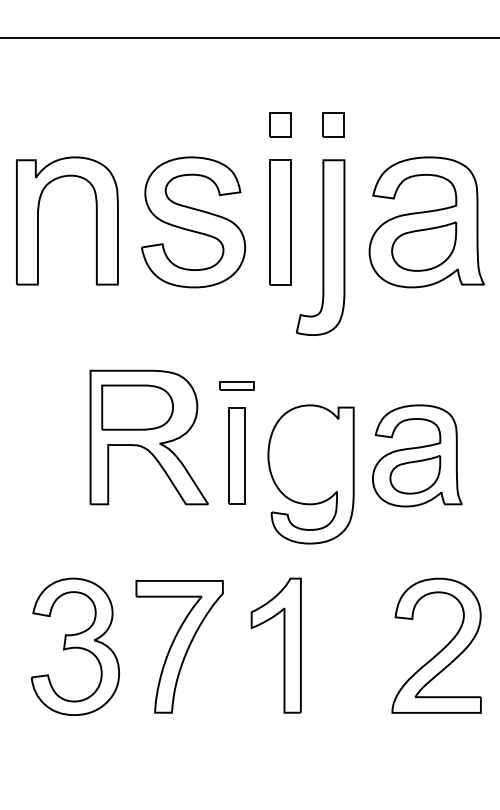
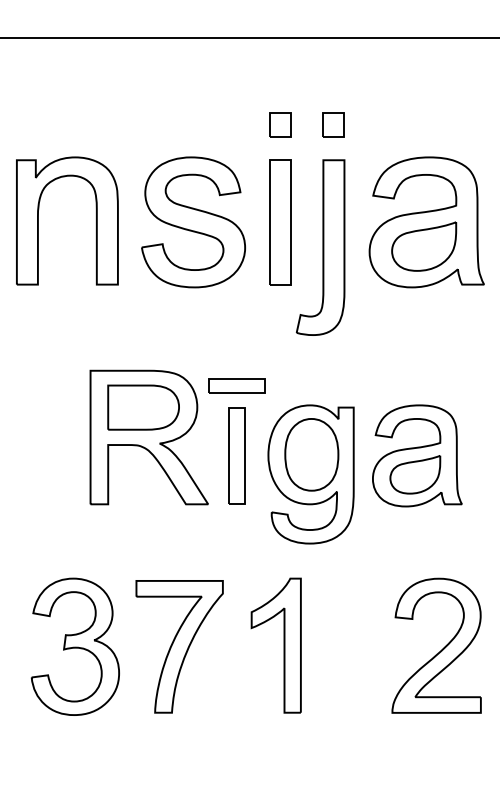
part at (236, 385) size: 36x10 px -> 58x16 px
part at (137, 407) position: (137, 407) -> (143, 407)
part at (311, 454): none -> present
